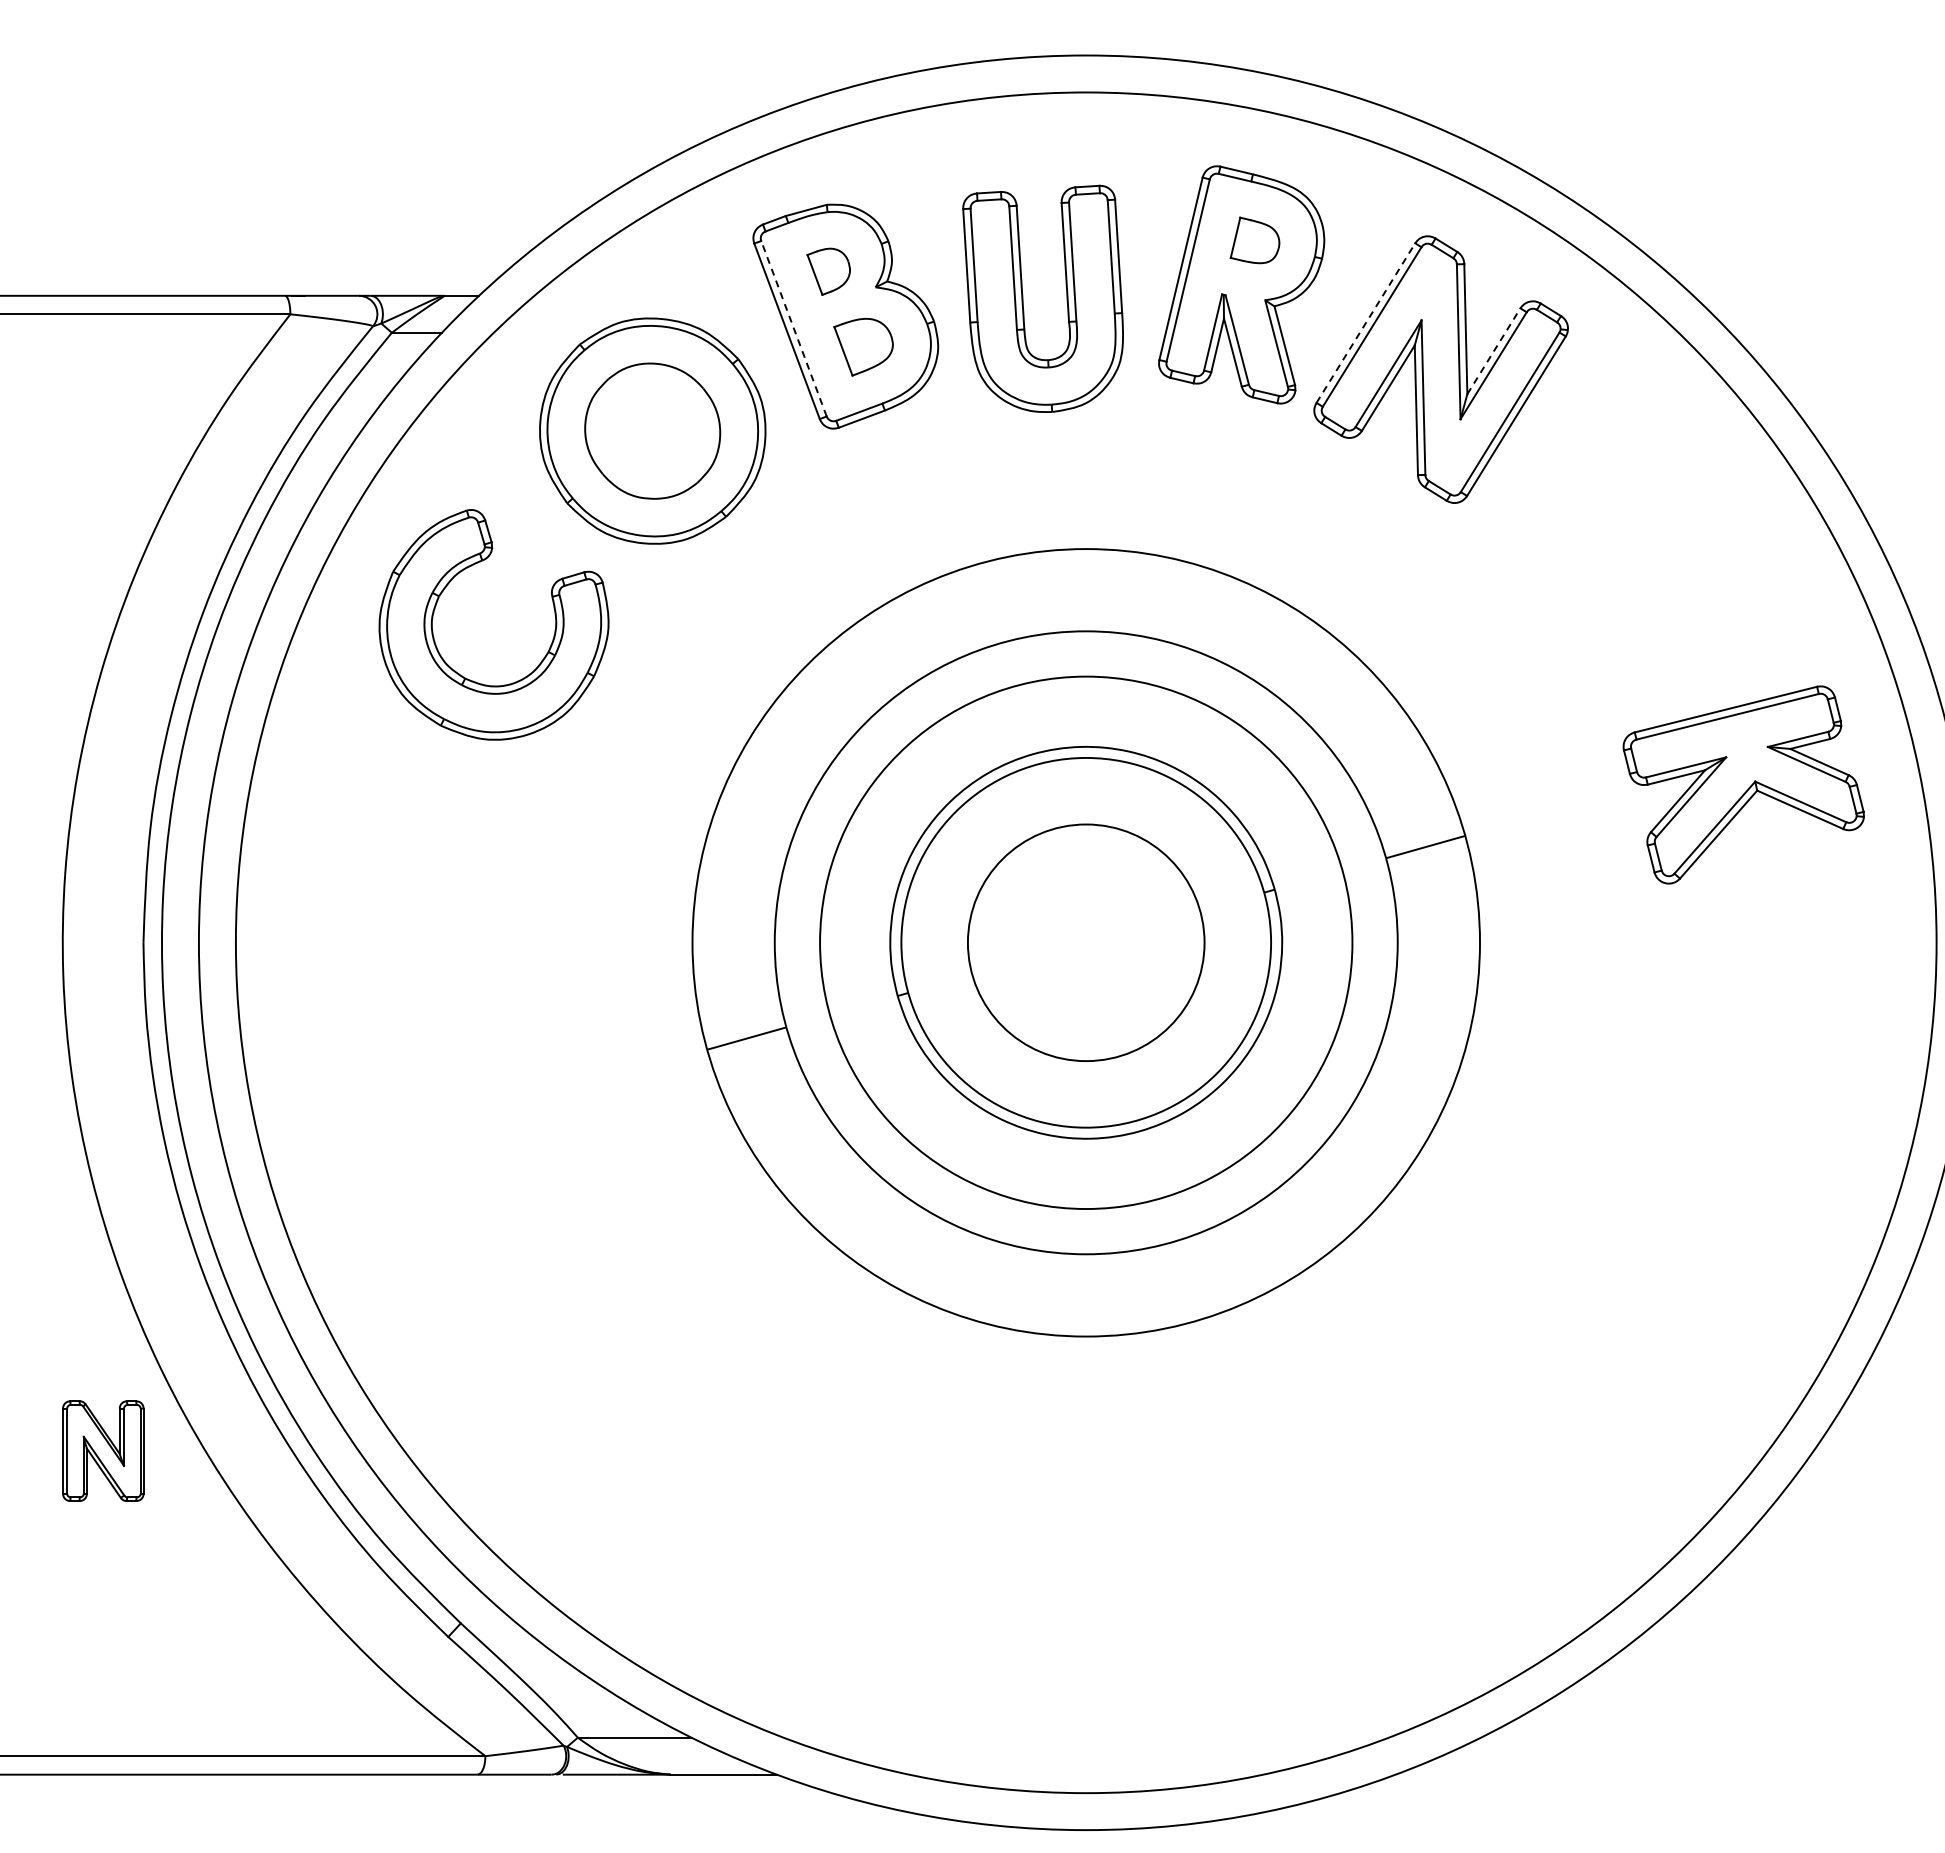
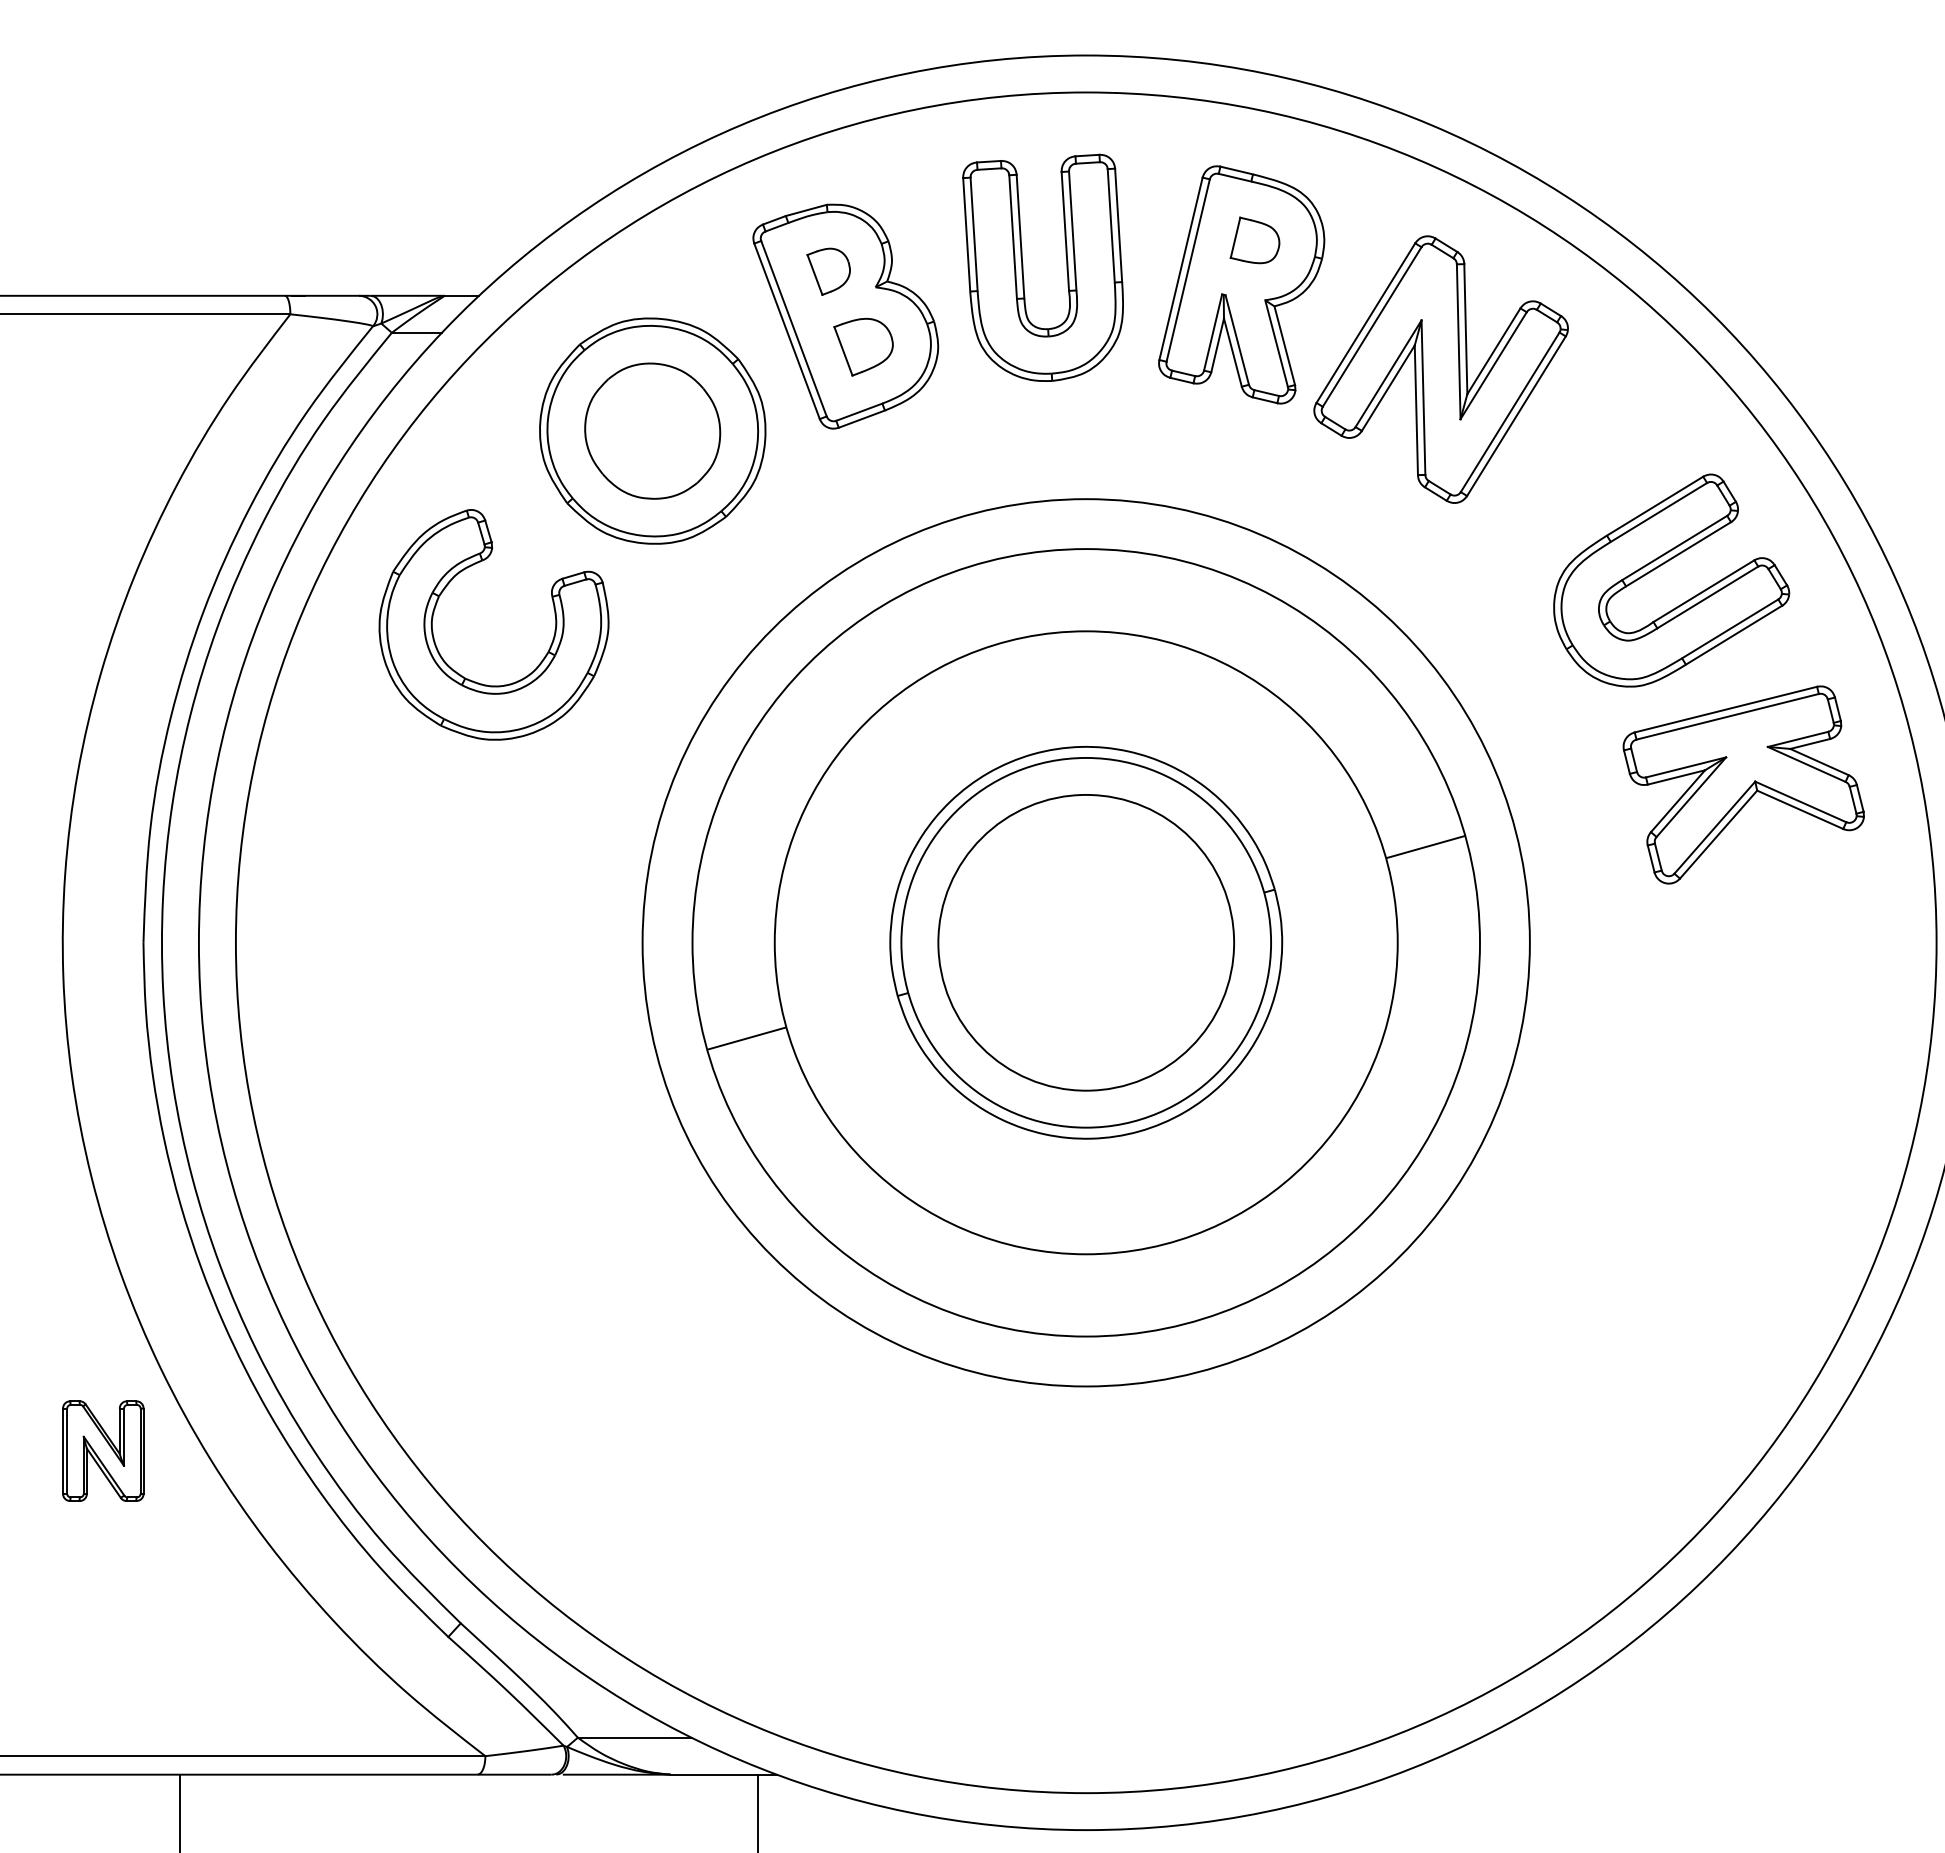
part at (1023, 298) position: (1023, 298) -> (1023, 267)
line at (1365, 323): dashed -> solid
line at (793, 328): dashed -> solid
line at (1494, 350): dashed -> solid
part at (1662, 565): none -> present
circle at (1085, 942) diameter: 237 px -> 296 px
circle at (1086, 942) diameter: 532 px -> 887 px
line at (180, 1811): none -> present
line at (758, 1811): none -> present
